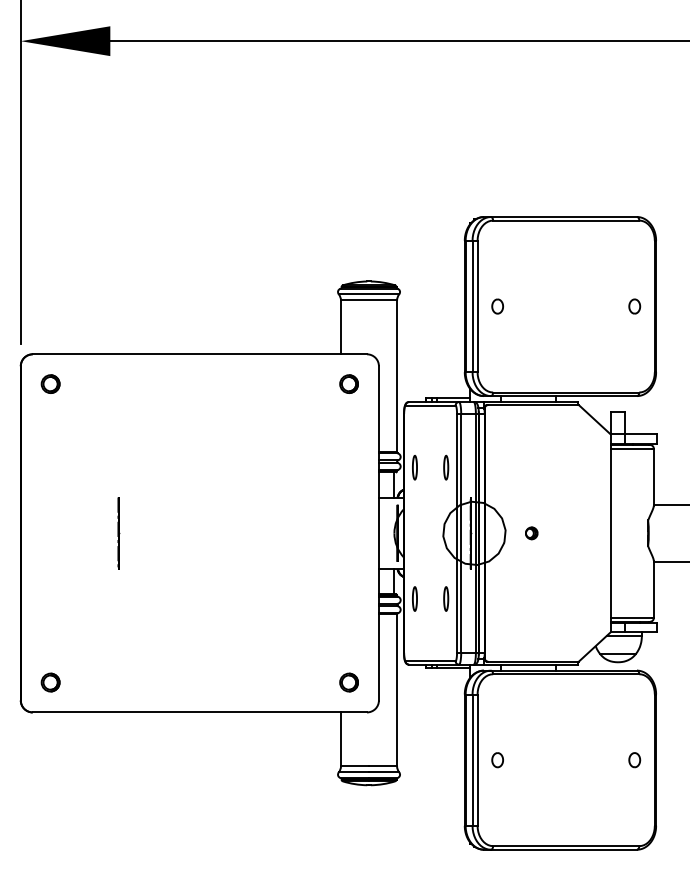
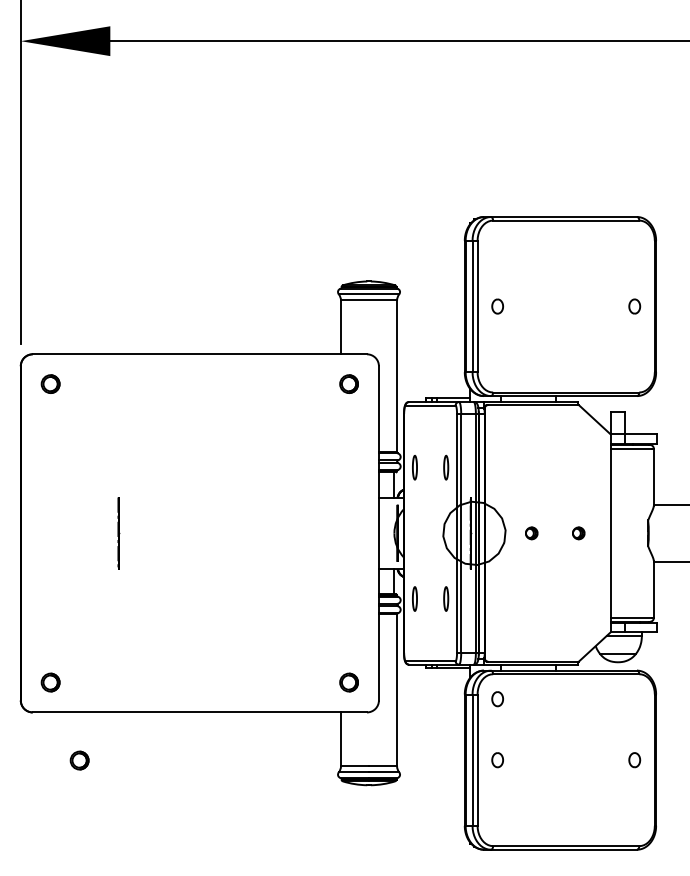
part at (578, 533): none -> present
part at (497, 699): none -> present
part at (79, 760): none -> present
